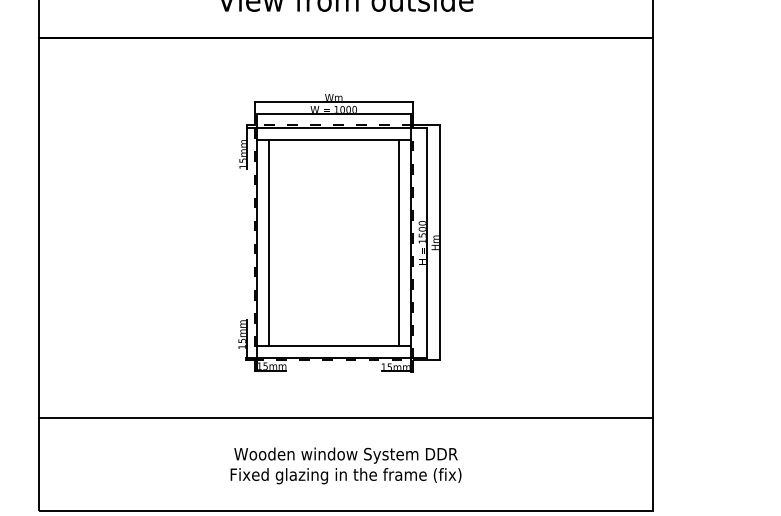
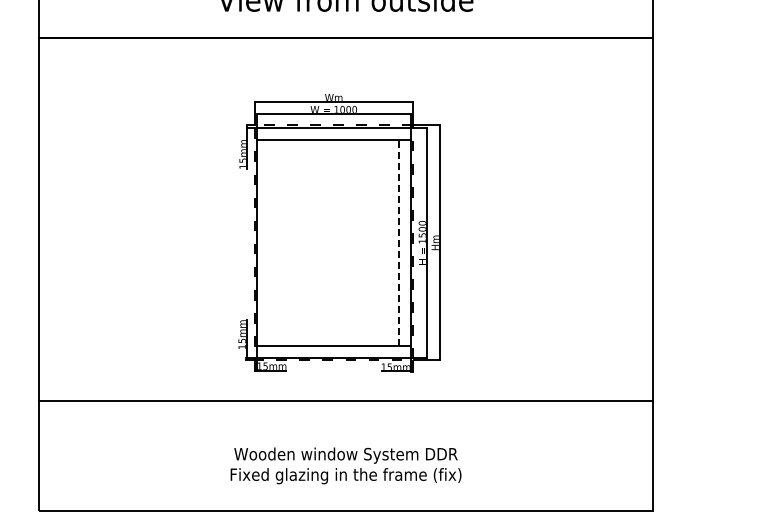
line at (269, 242): present -> none
line at (398, 242): solid -> dashed
line at (345, 418) position: (345, 418) -> (345, 401)
